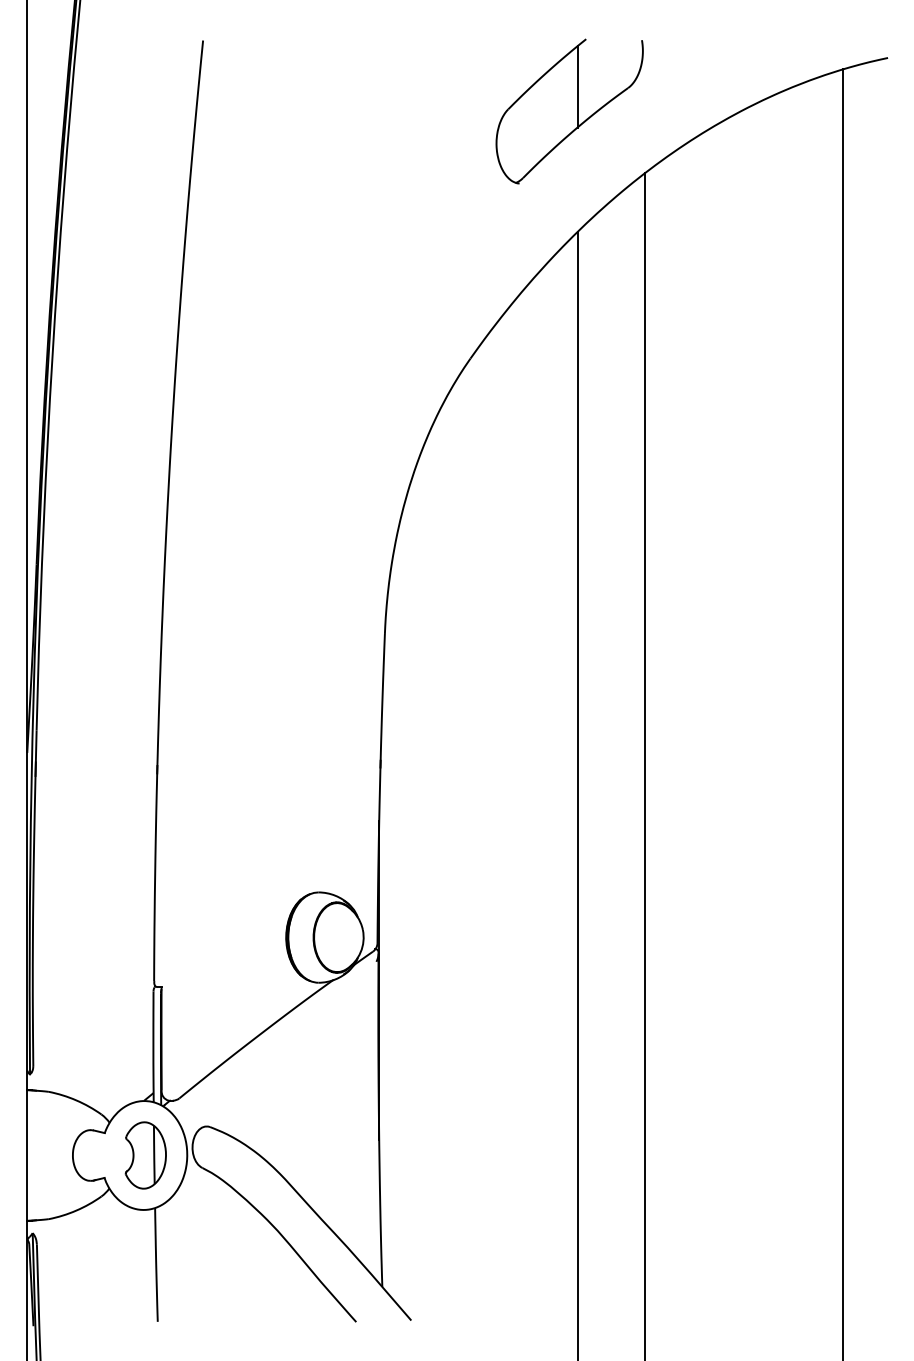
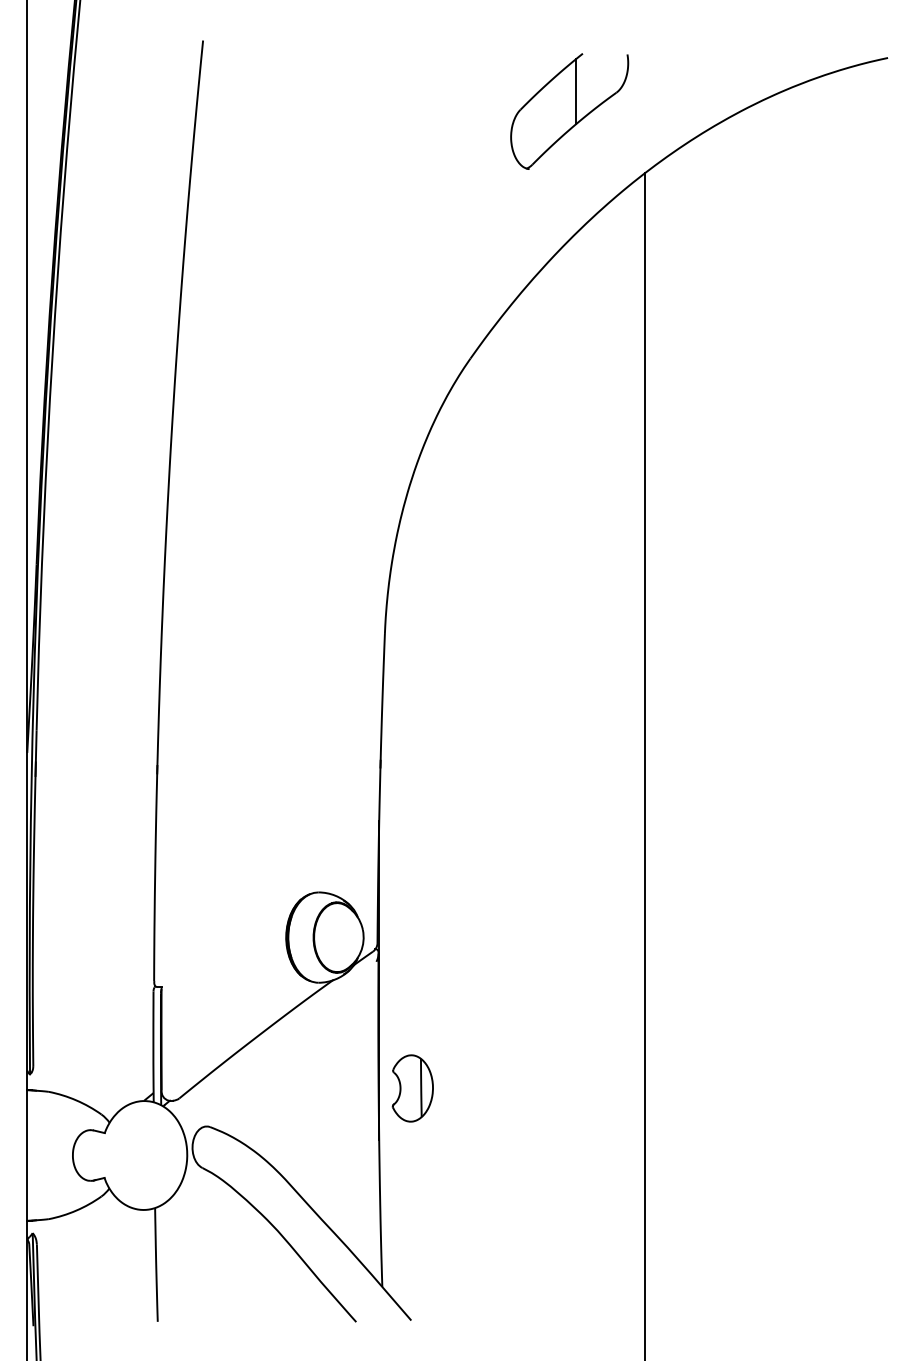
part at (569, 111) size: 149x147 px -> 120x117 px
line at (843, 713): present -> none
line at (577, 794): present -> none
part at (145, 1155) position: (145, 1155) -> (412, 1088)
